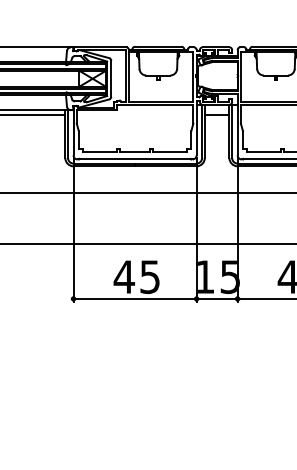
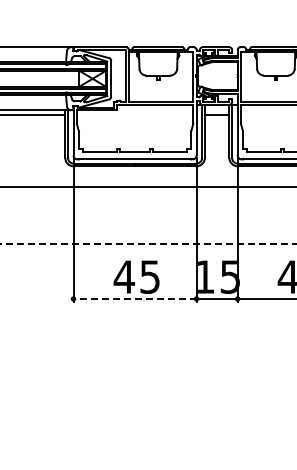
line at (147, 192) position: (147, 192) -> (147, 186)
line at (148, 244): solid -> dashed
line at (135, 298): solid -> dashed
